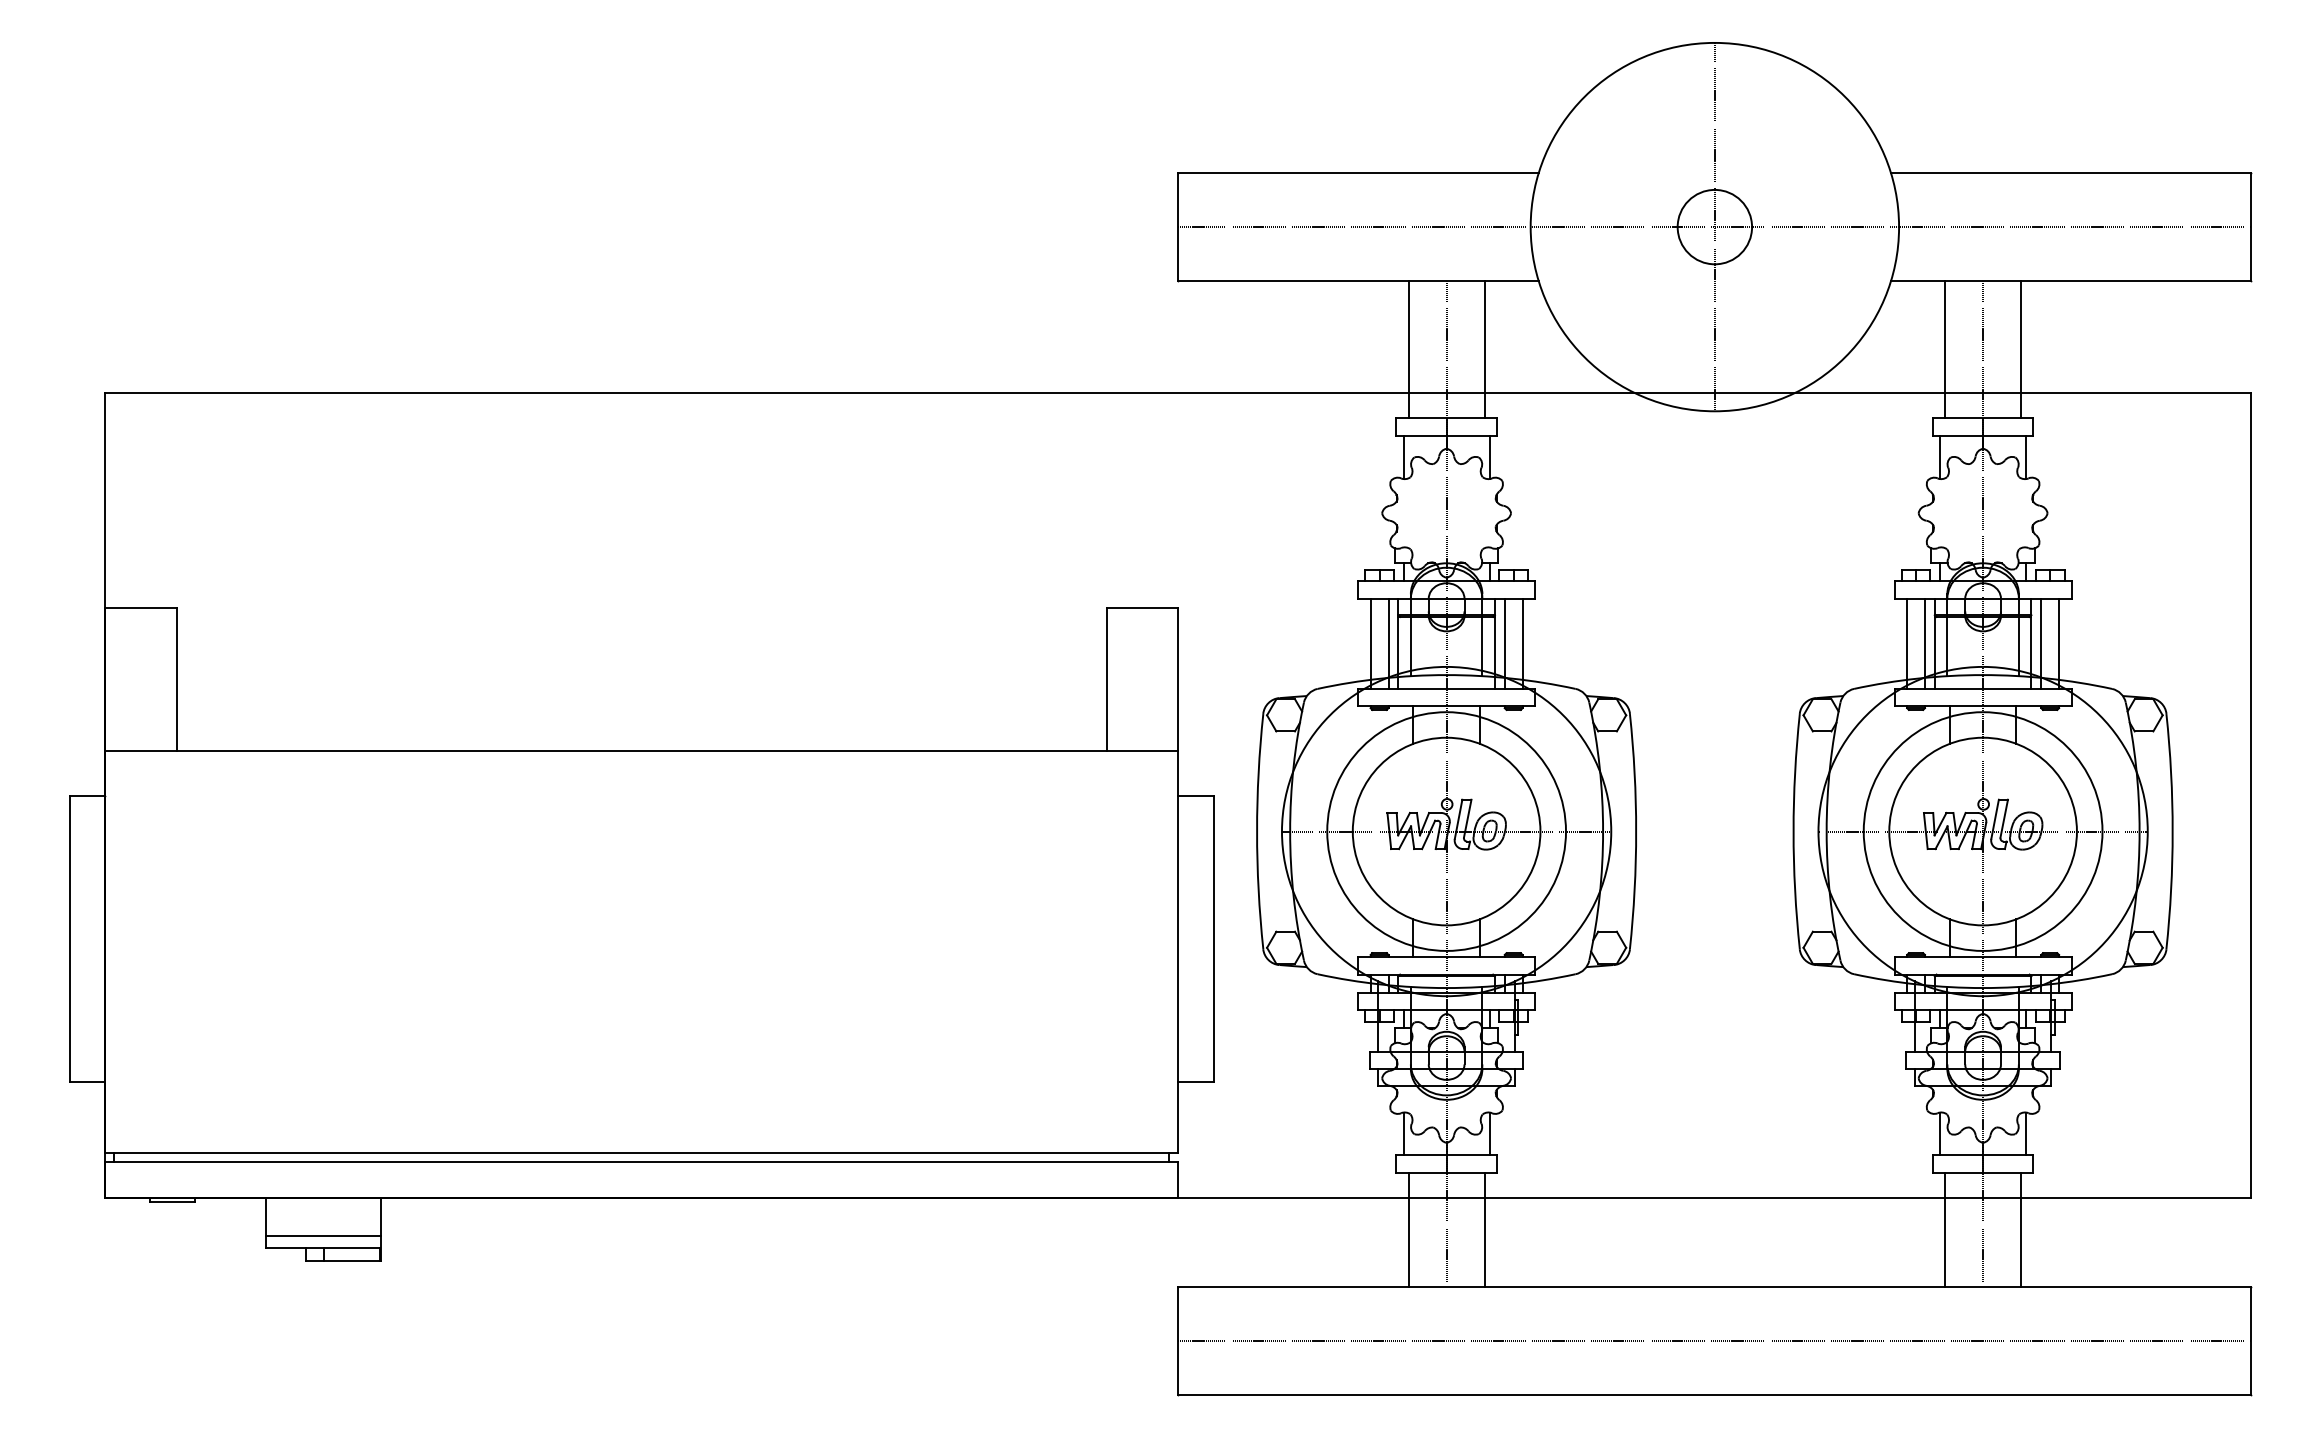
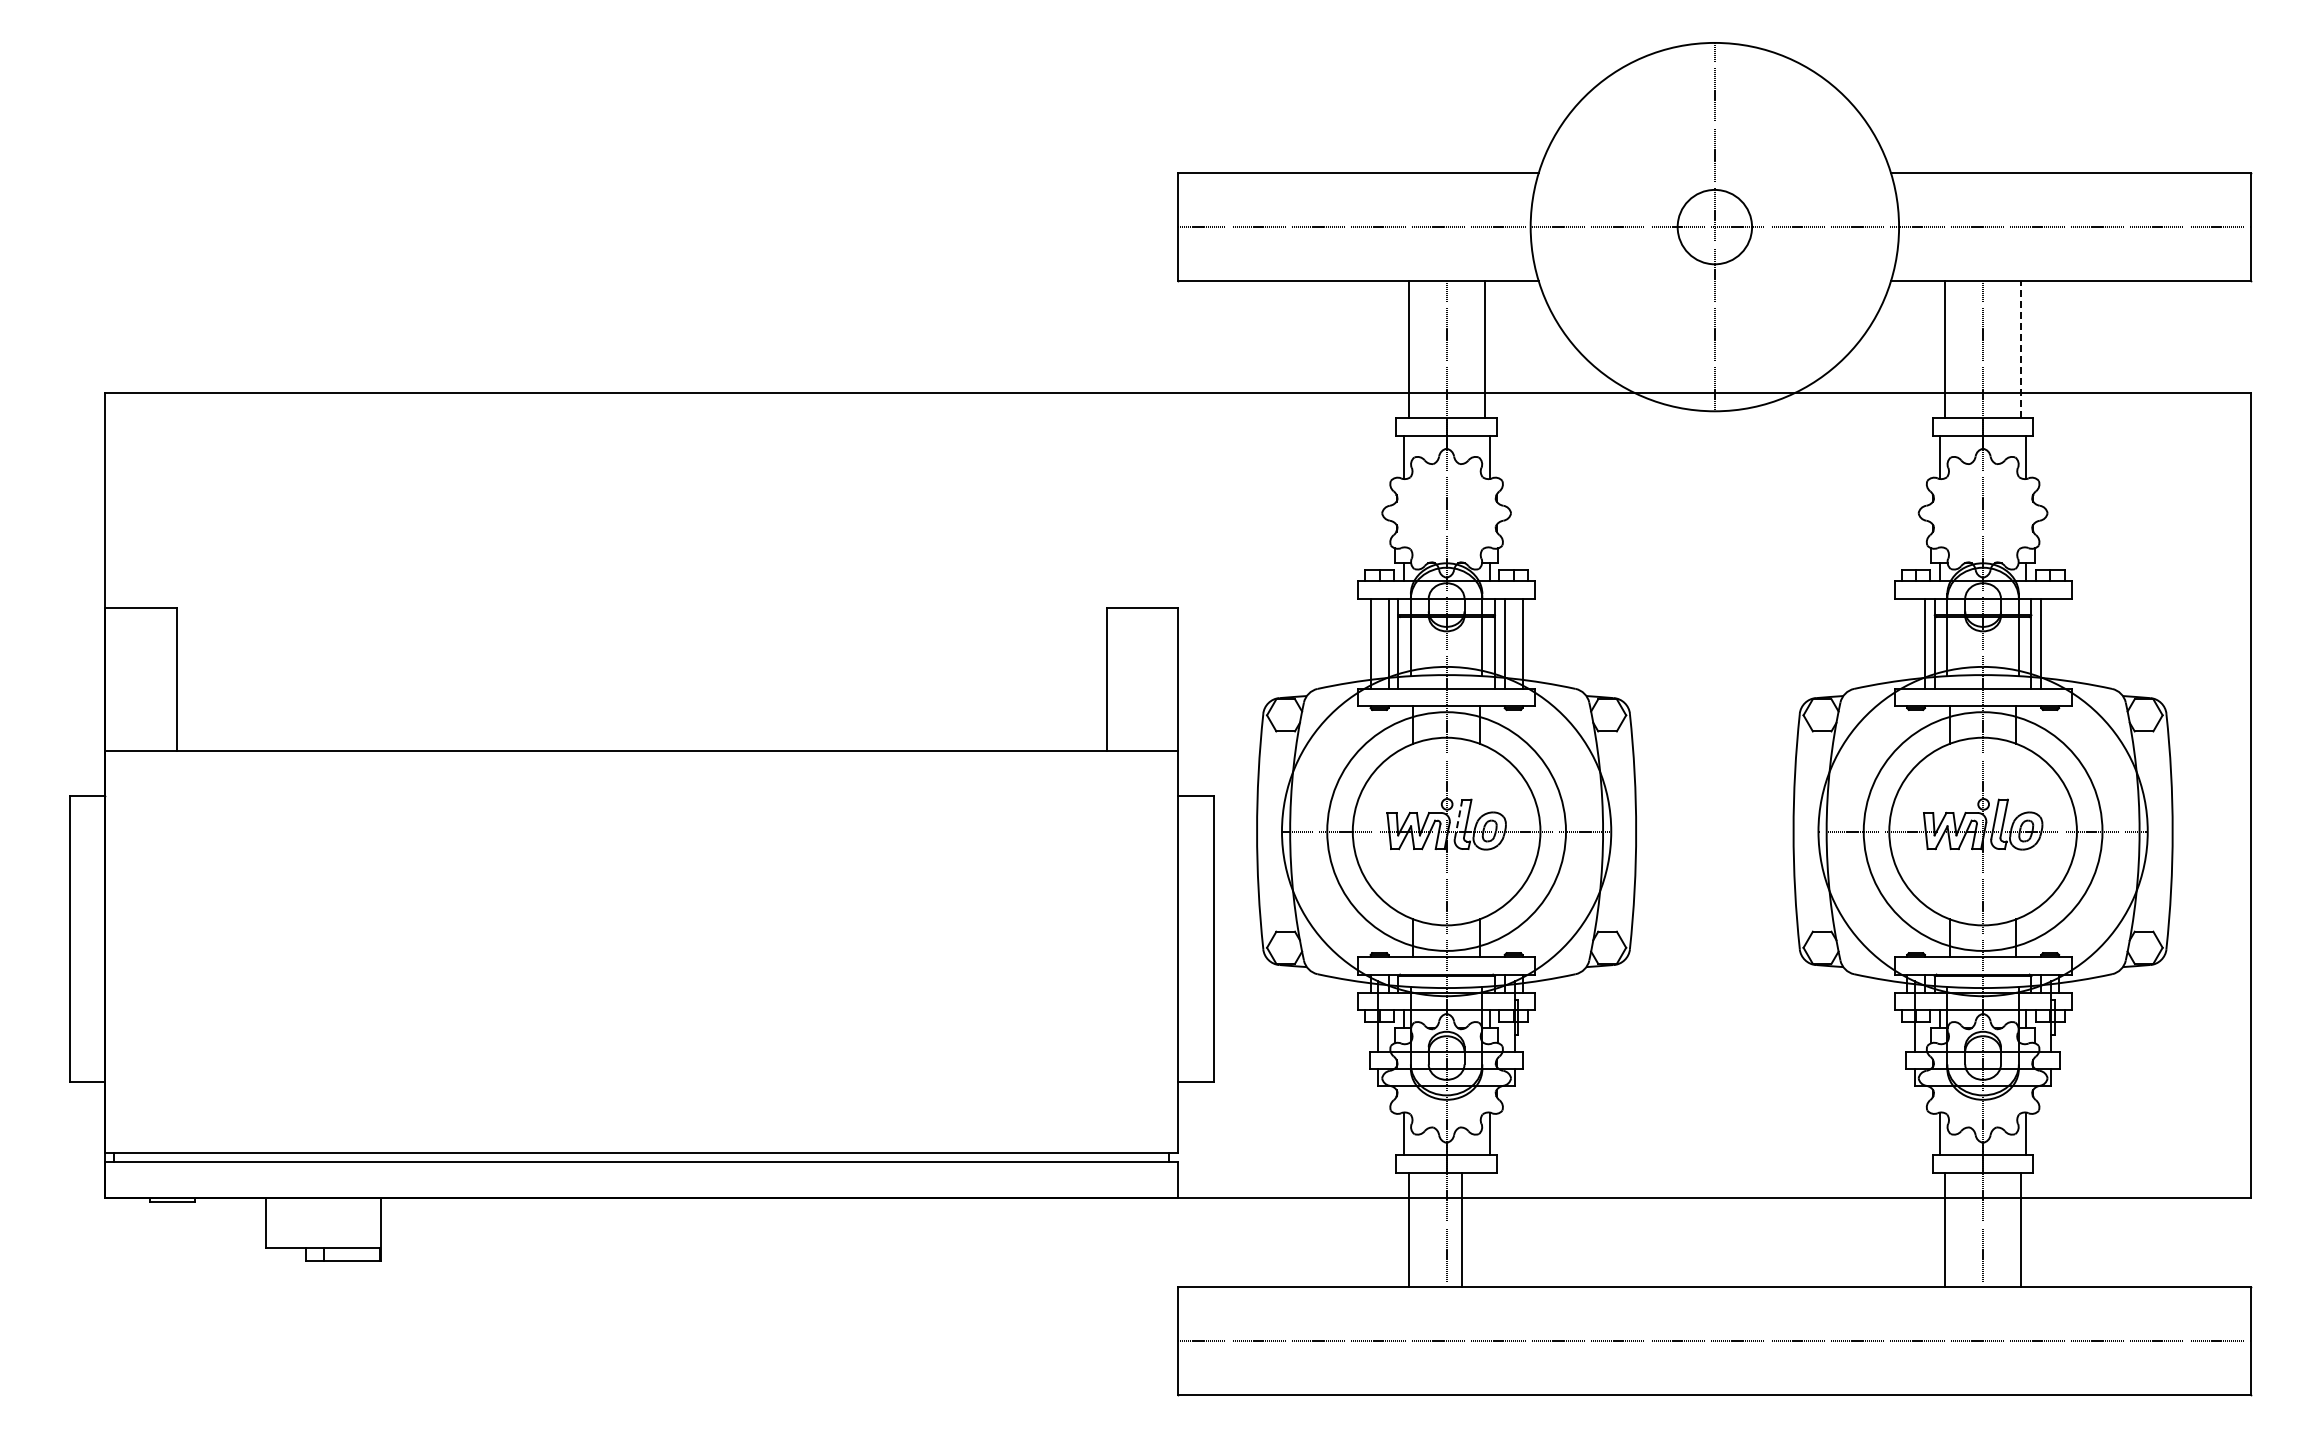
line at (2021, 349): solid -> dashed
line at (1907, 643): present -> none
line at (2059, 643): present -> none
line at (1458, 819): solid -> dashed
line at (1484, 1230) position: (1484, 1230) -> (1461, 1230)
line at (323, 1235): present -> none
